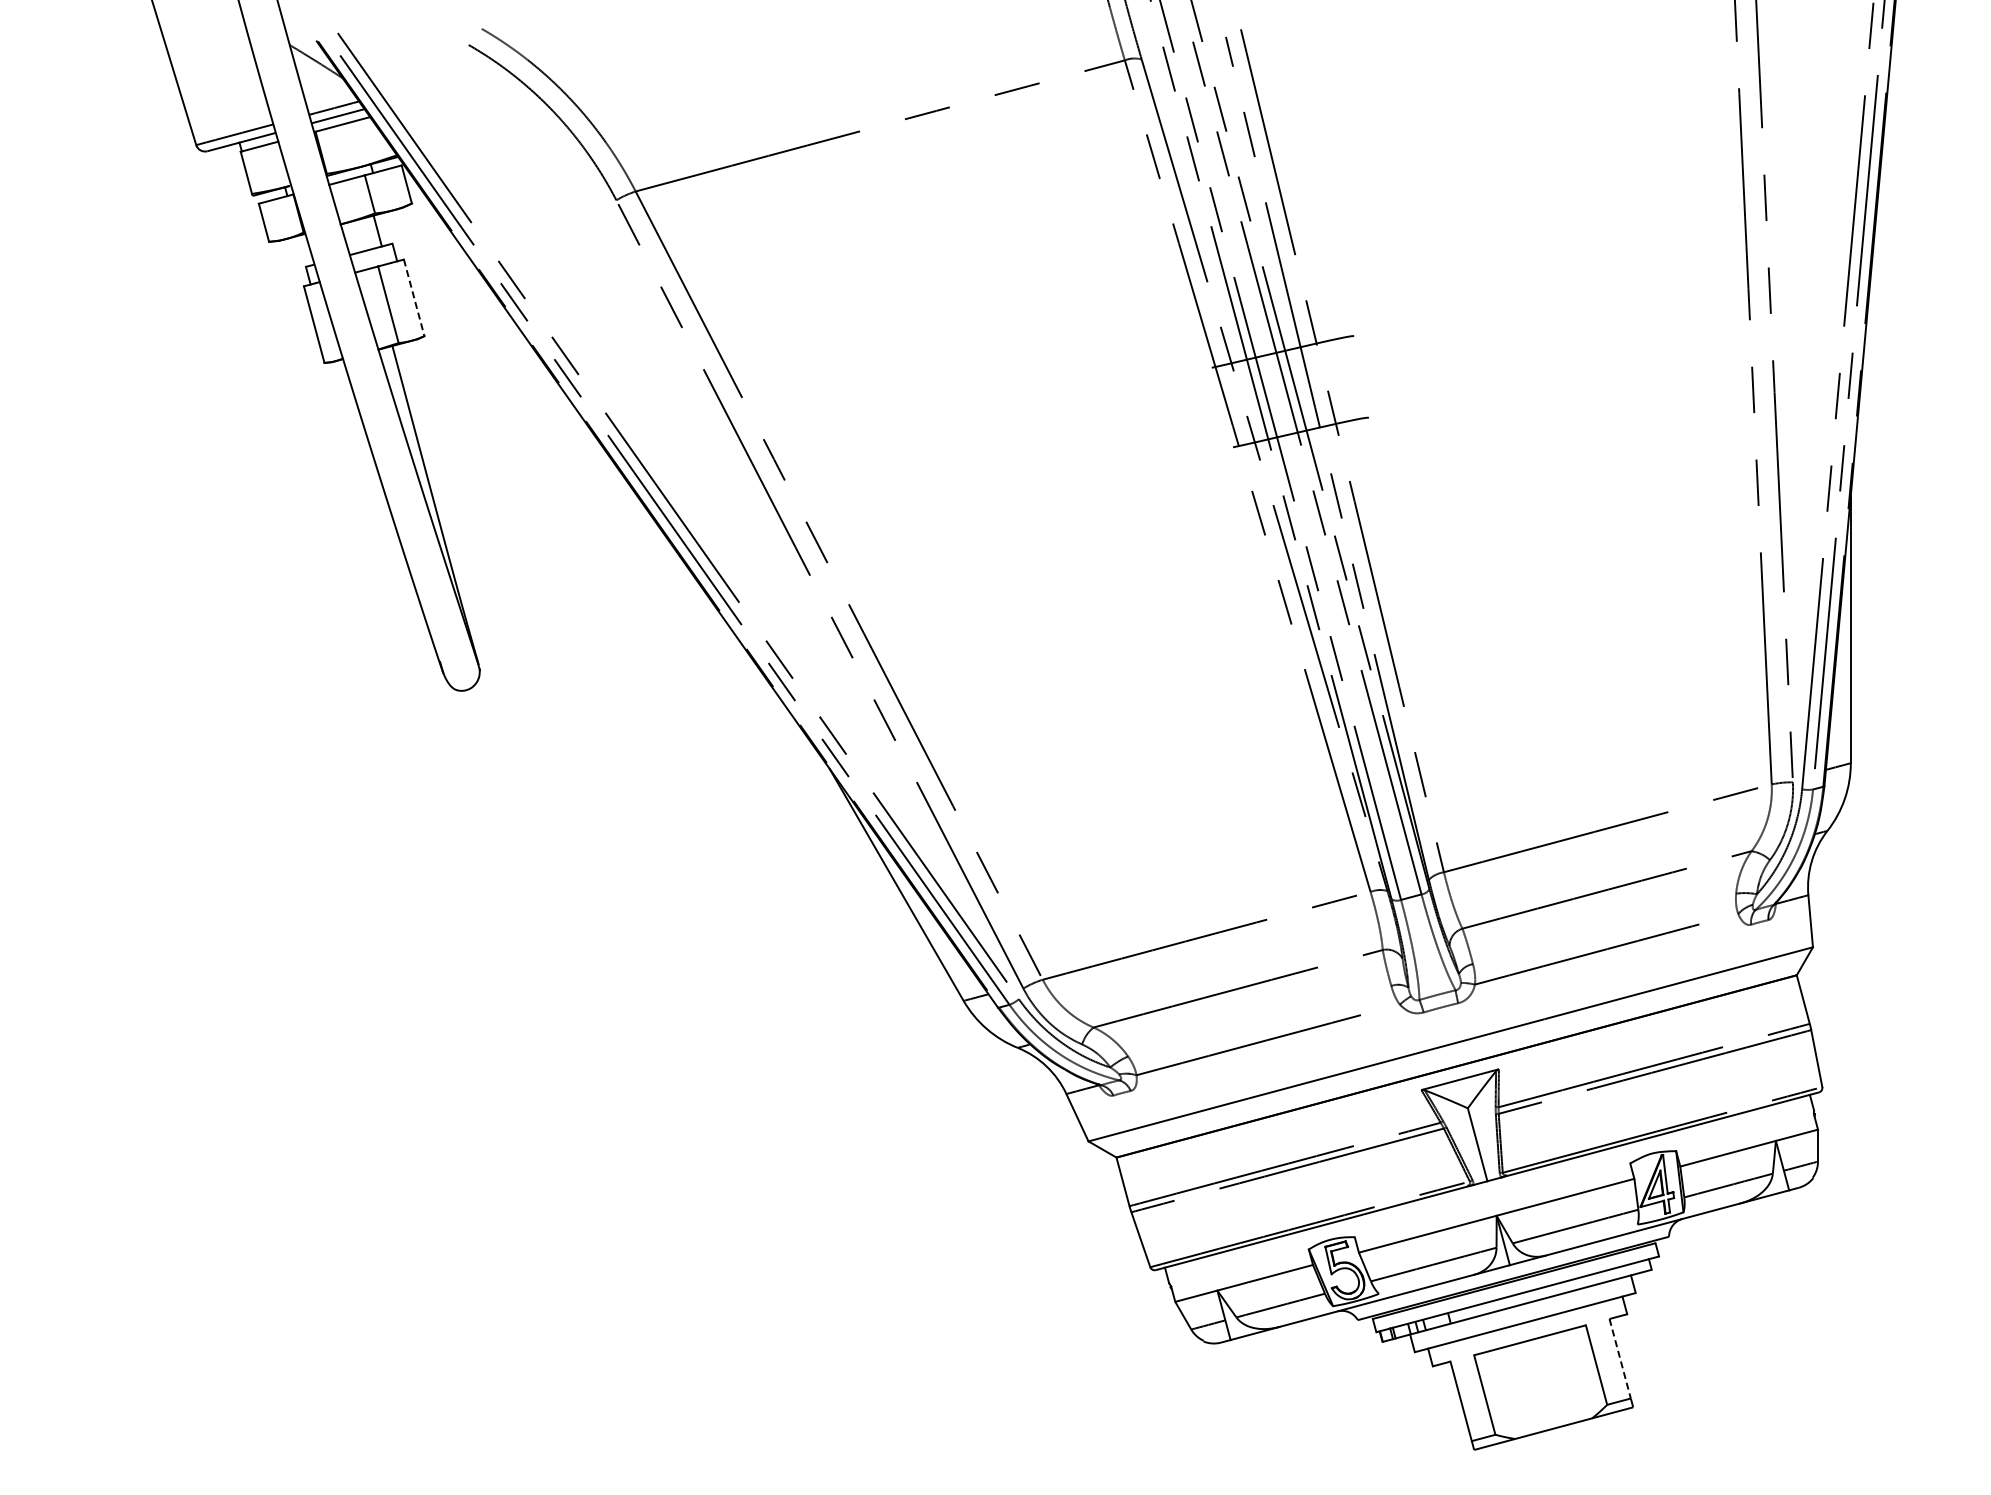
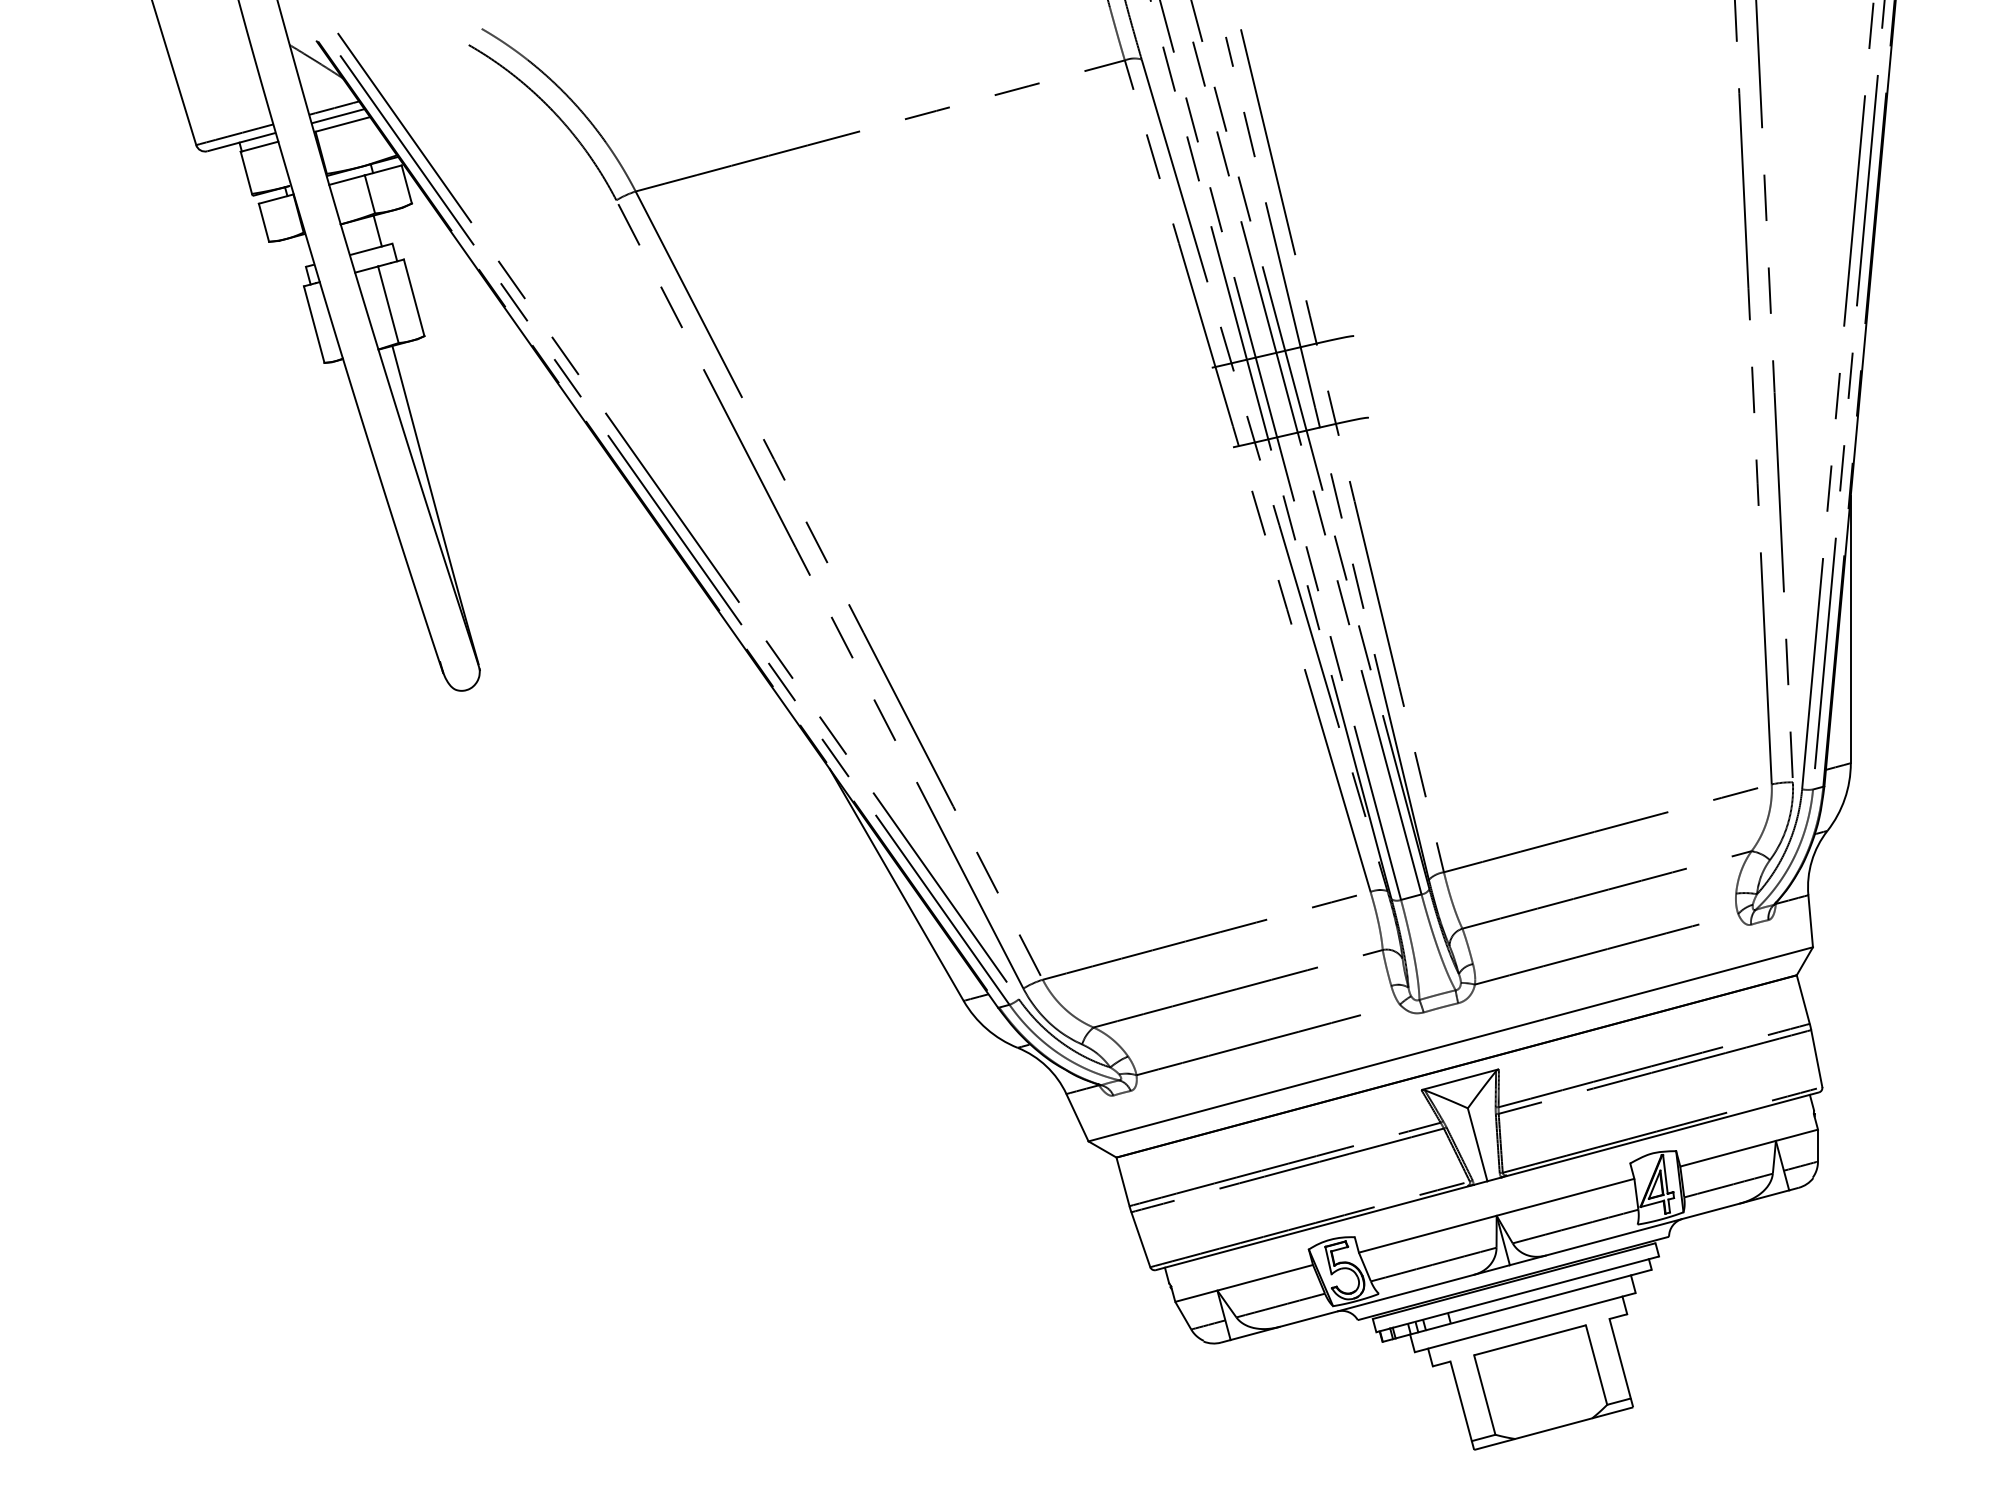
line at (414, 297): dashed -> solid
line at (1620, 1359): dashed -> solid
